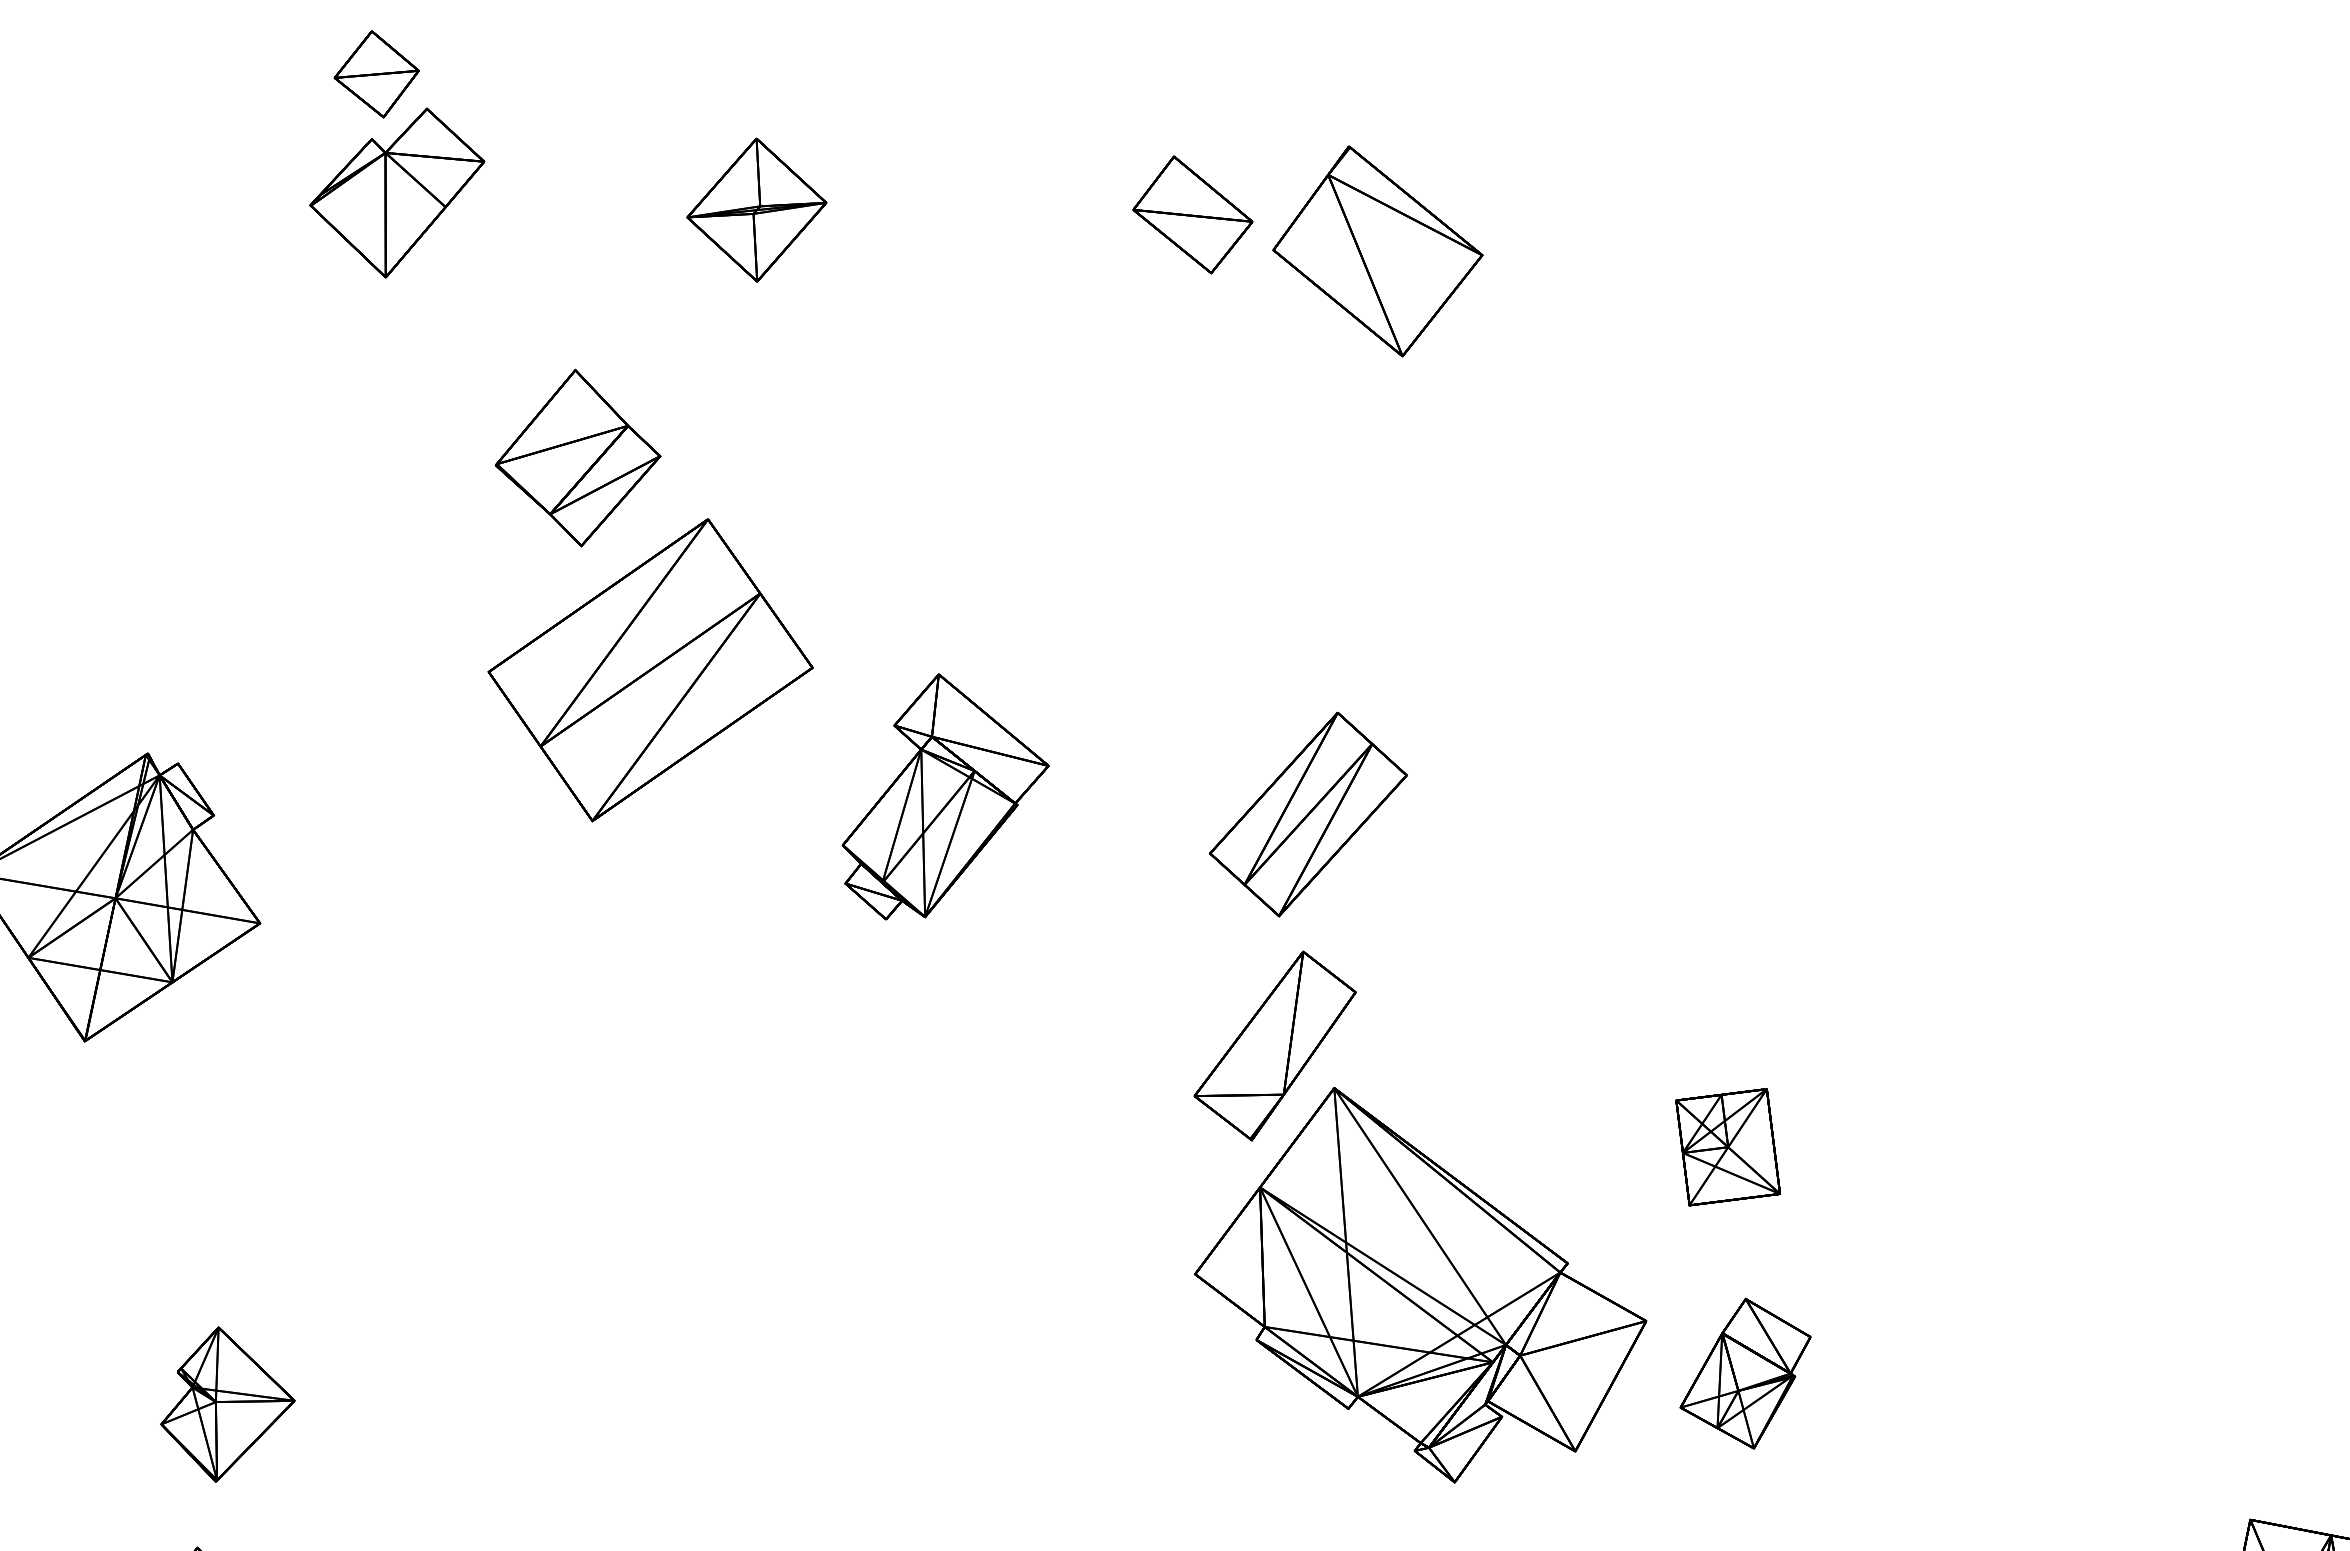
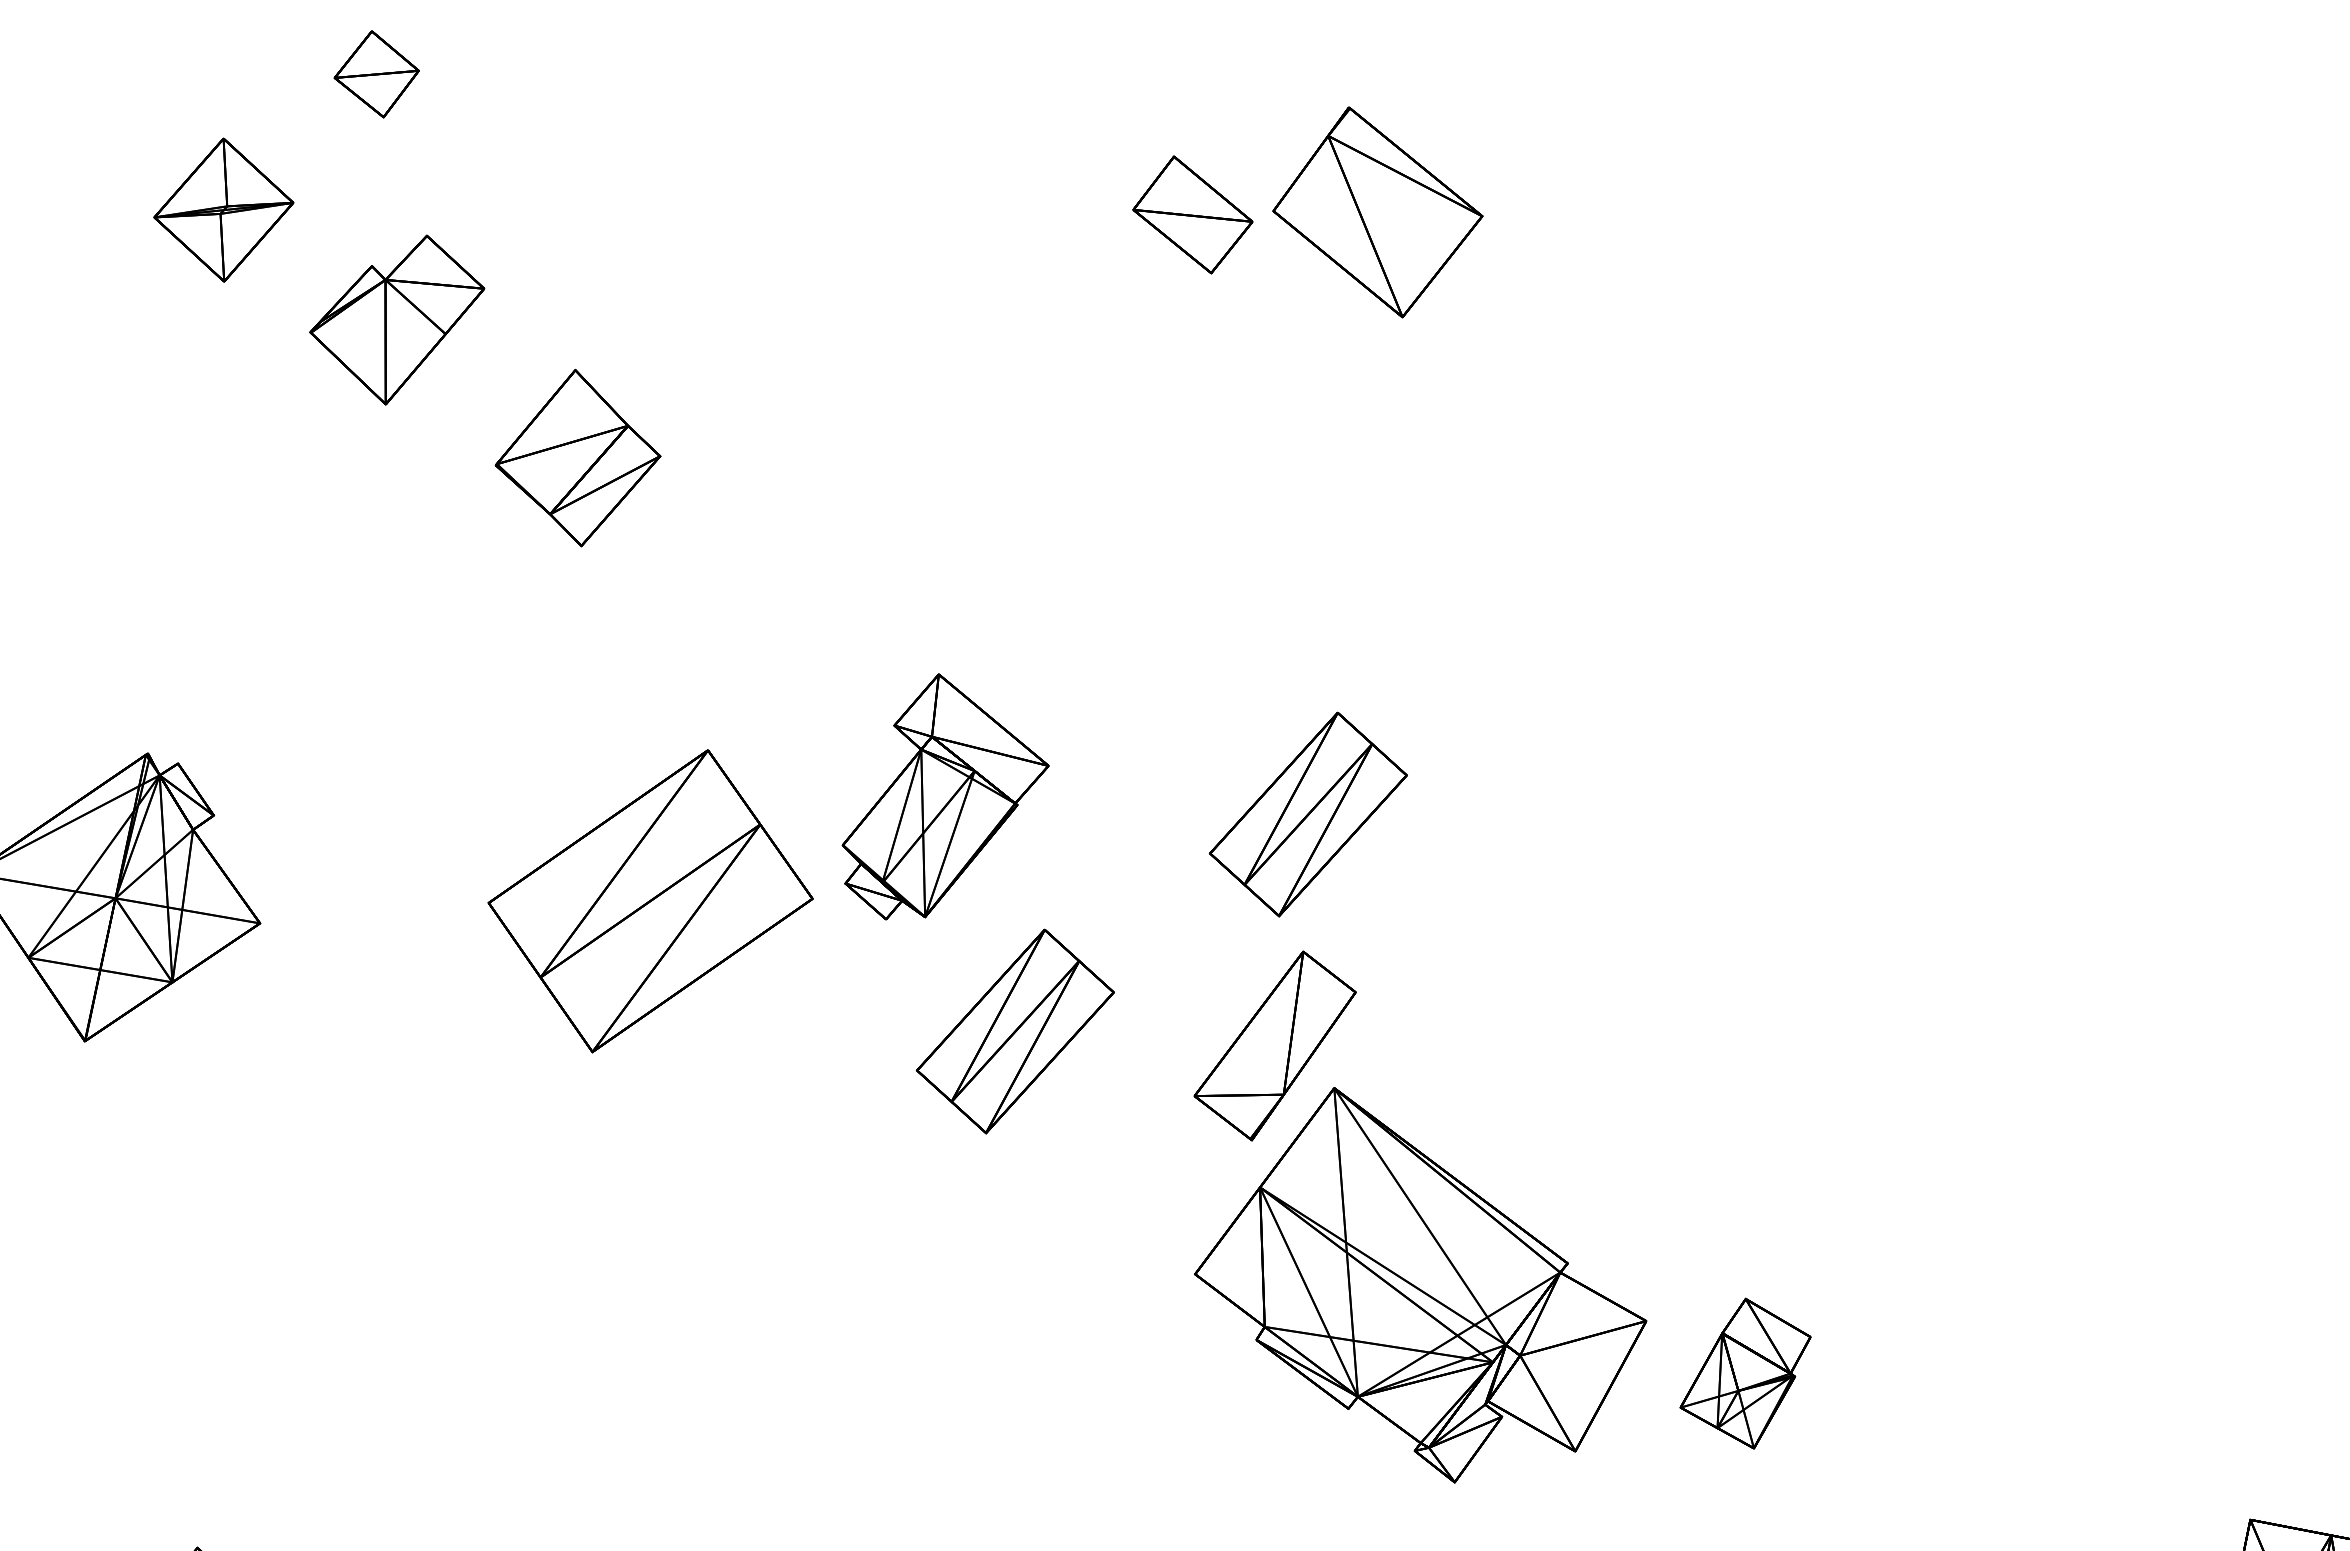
part at (397, 192) position: (397, 192) -> (397, 319)
part at (756, 209) position: (756, 209) -> (223, 209)
part at (1377, 251) position: (1377, 251) -> (1377, 212)
part at (650, 670) position: (650, 670) -> (650, 901)
part at (1014, 1031): none -> present
part at (1727, 1147): present -> none
part at (227, 1404): present -> none
